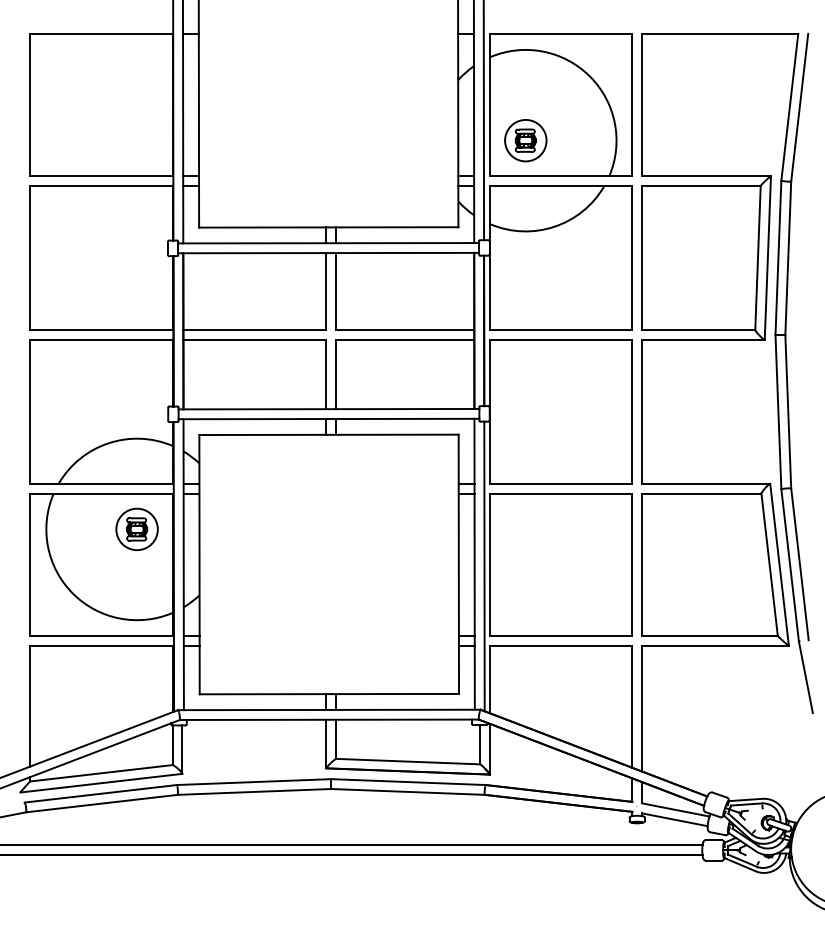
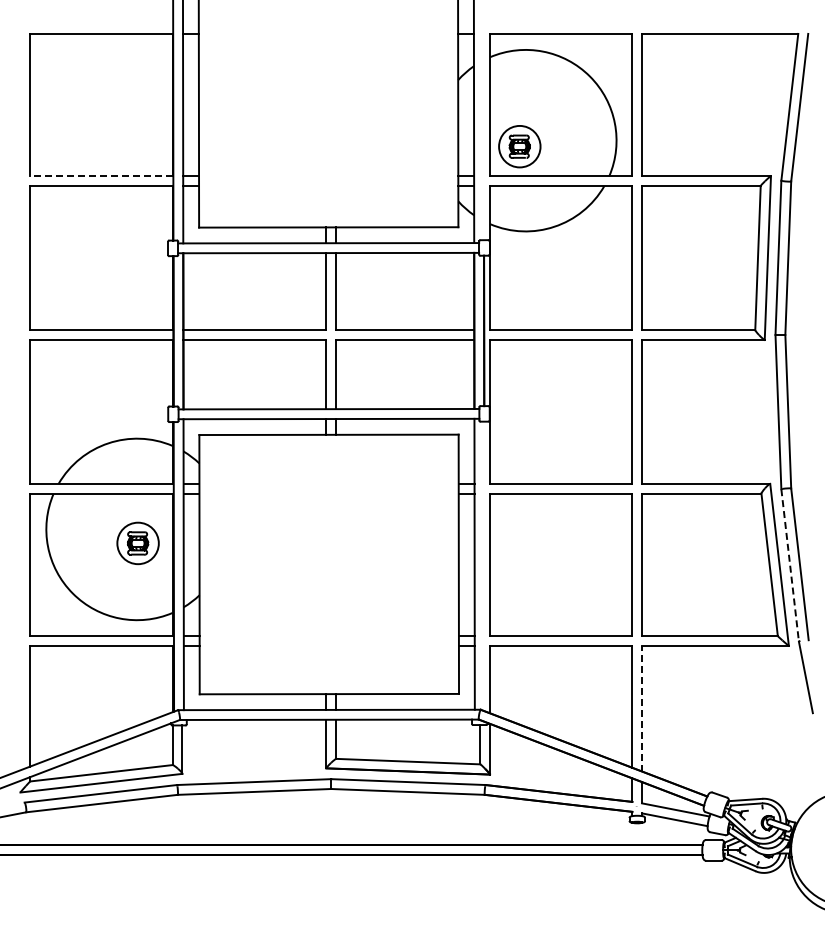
line at (483, 121): present -> none
part at (525, 140) position: (525, 140) -> (519, 146)
line at (100, 176): solid -> dashed
part at (136, 529) position: (136, 529) -> (137, 543)
line at (790, 565): solid -> dashed
line at (484, 566): present -> none
line at (642, 708): solid -> dashed
